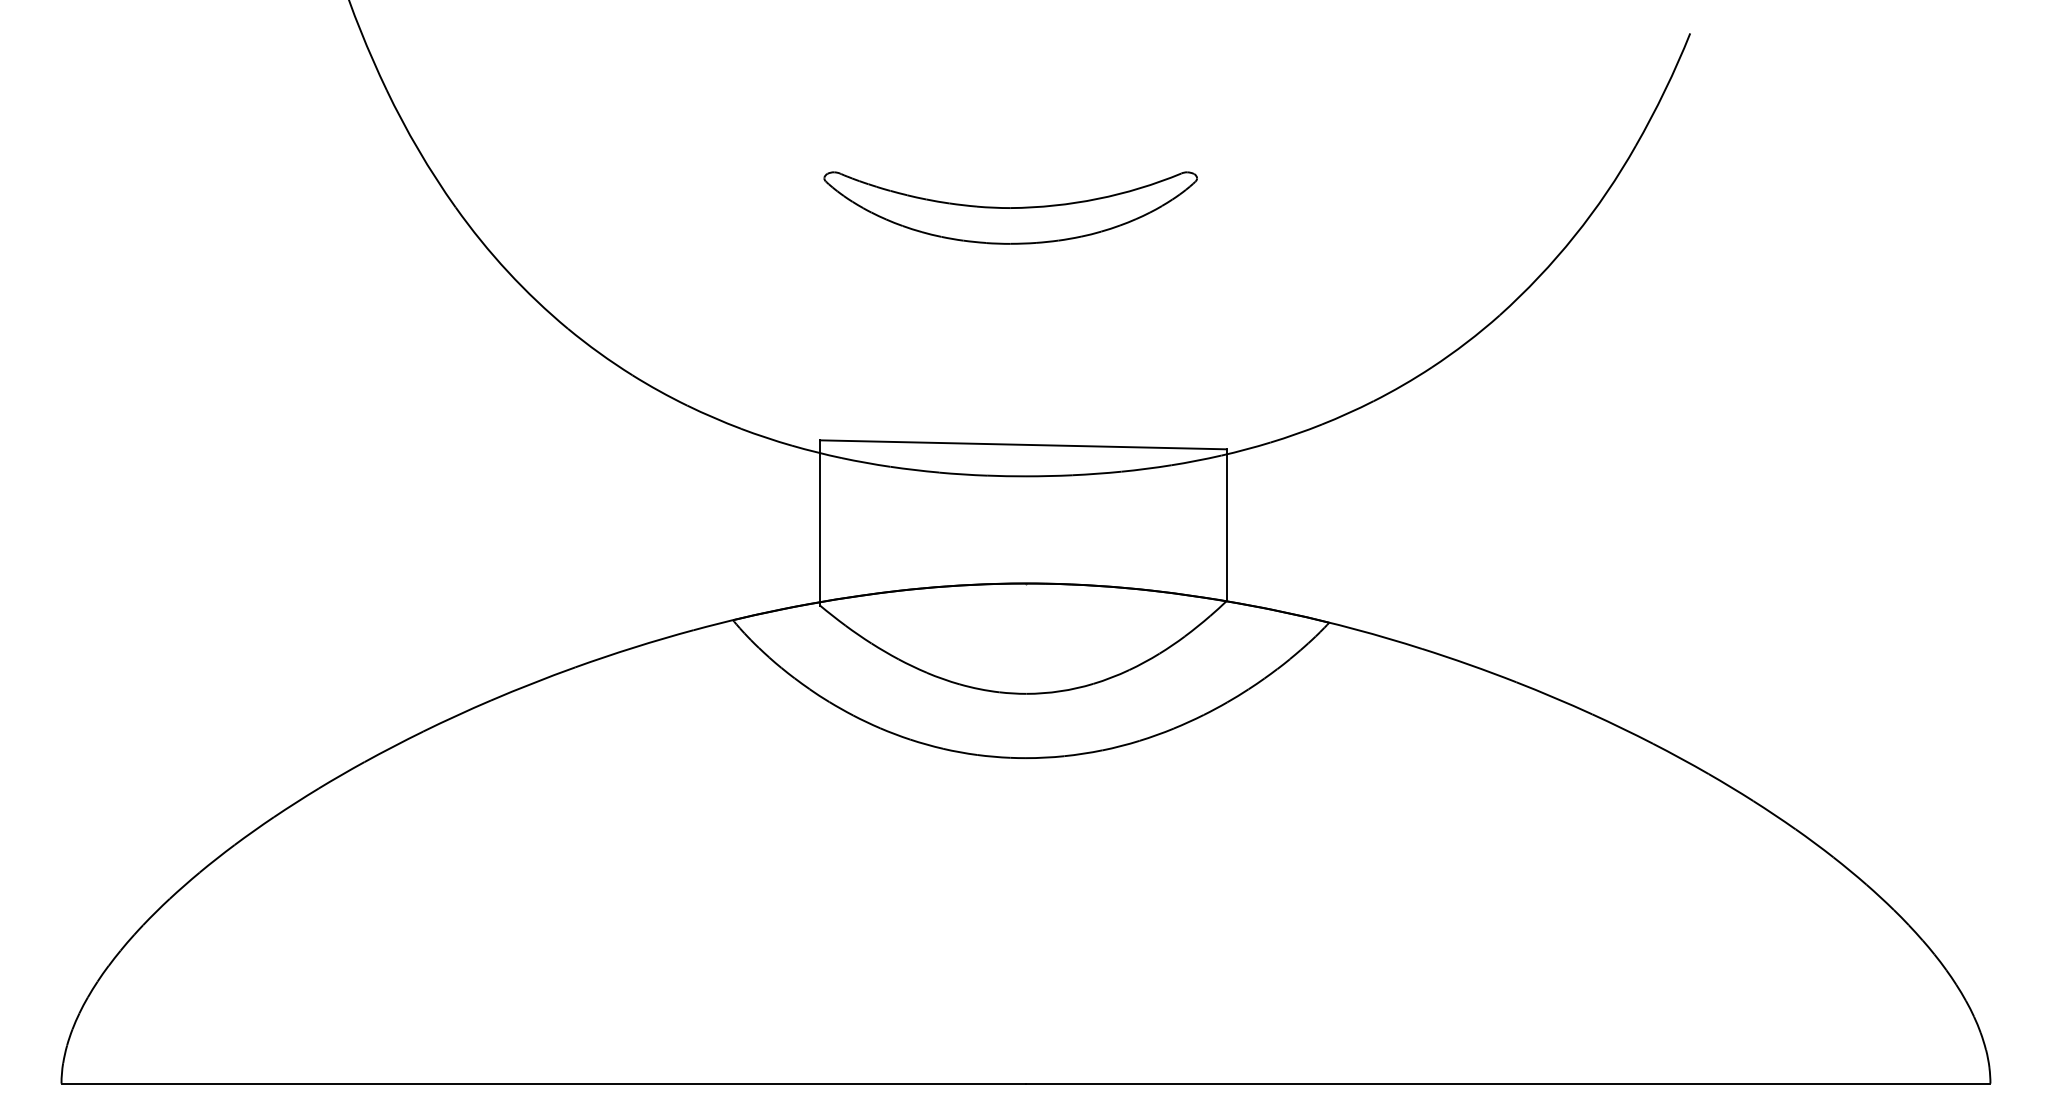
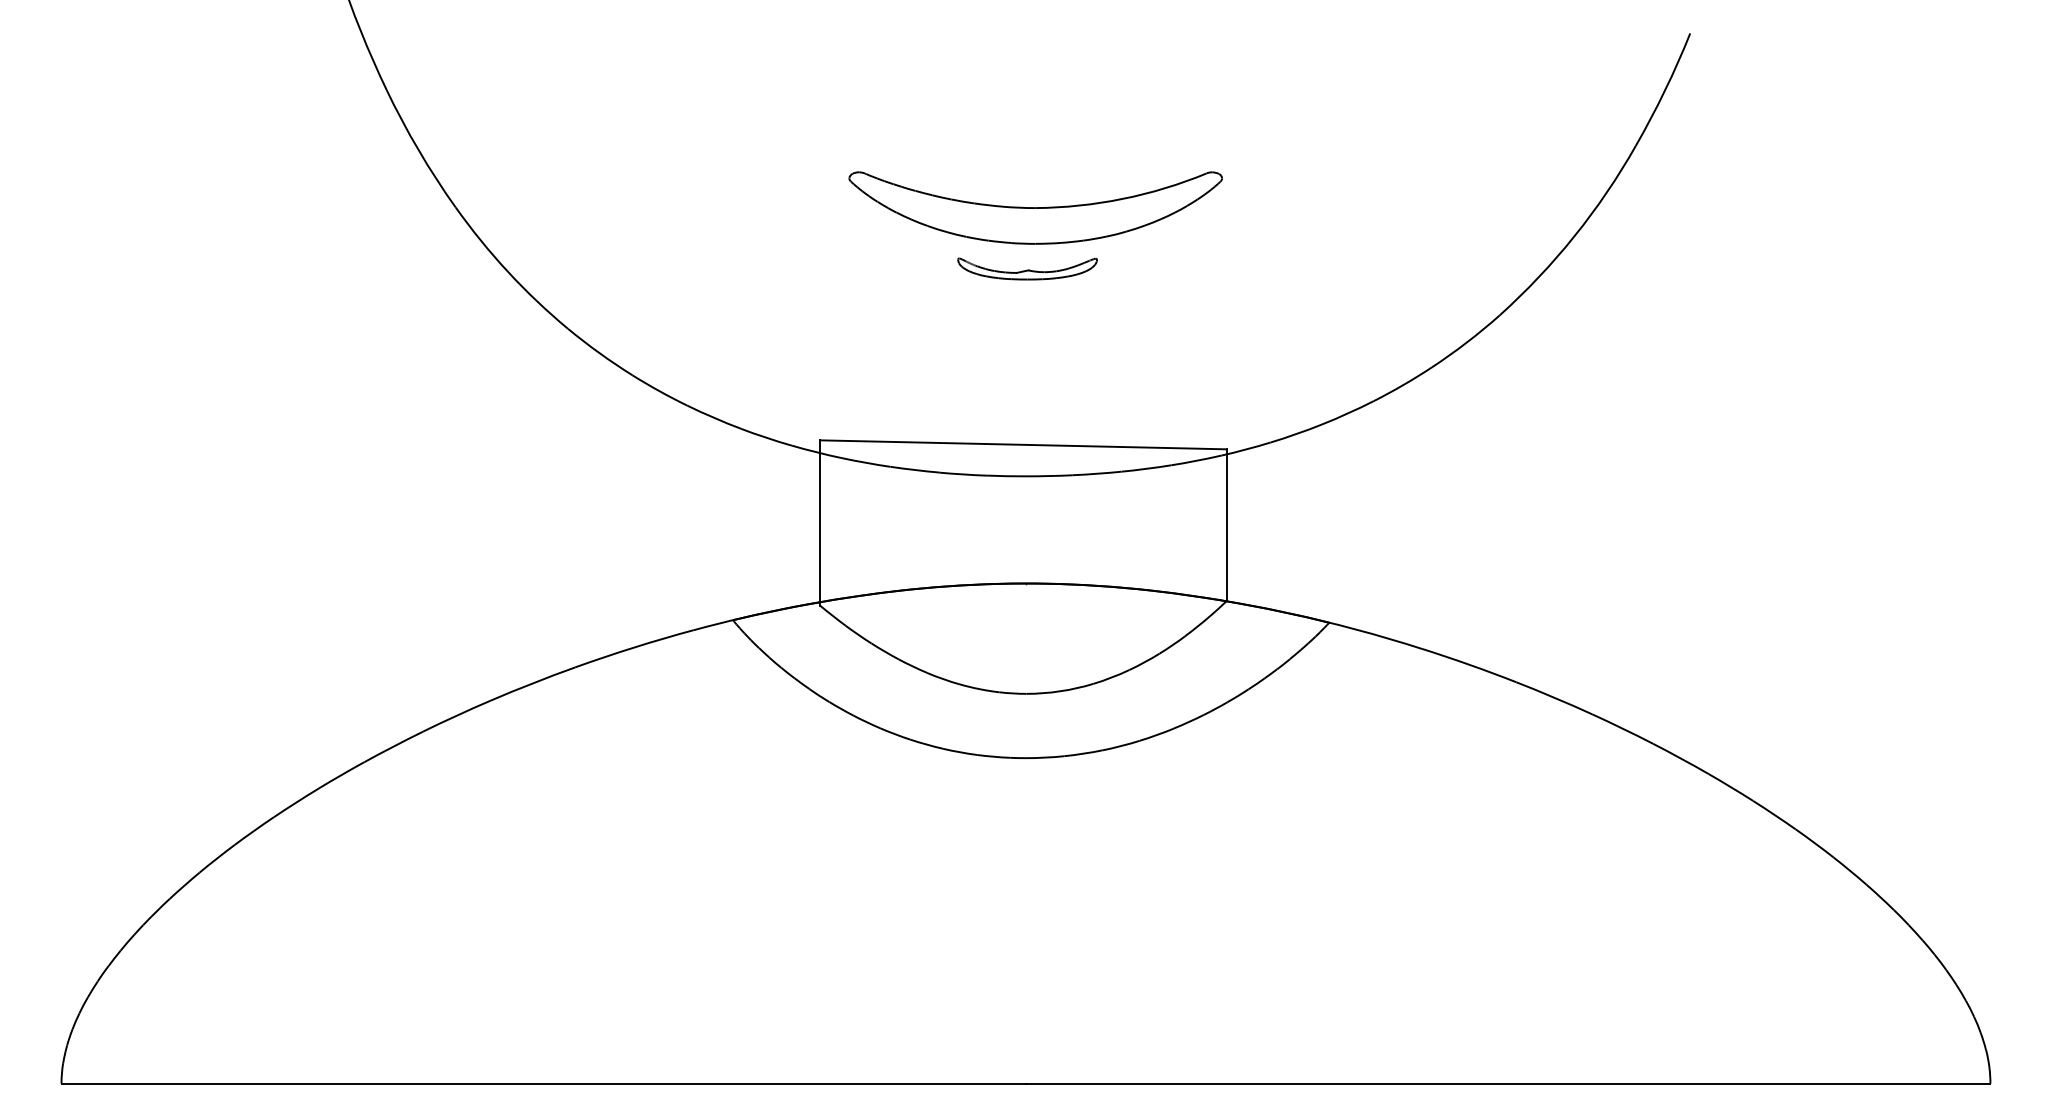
part at (1010, 207) position: (1010, 207) -> (1035, 207)
part at (1027, 268): none -> present
